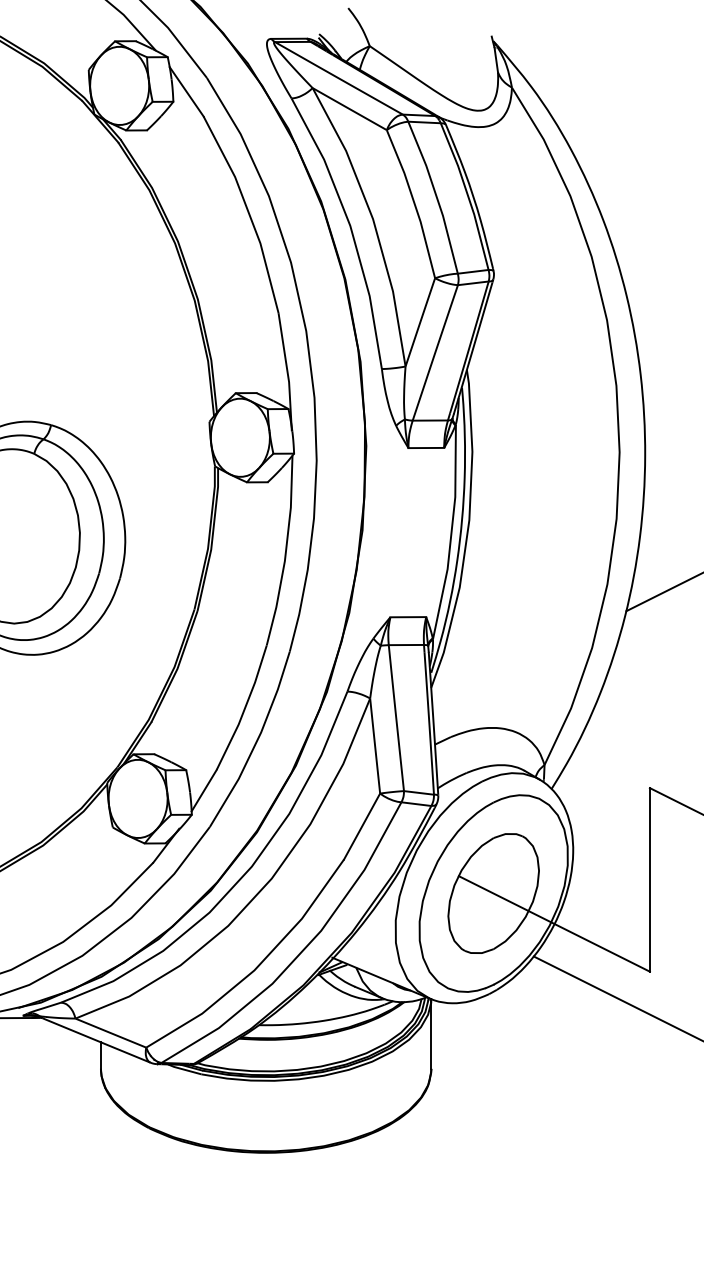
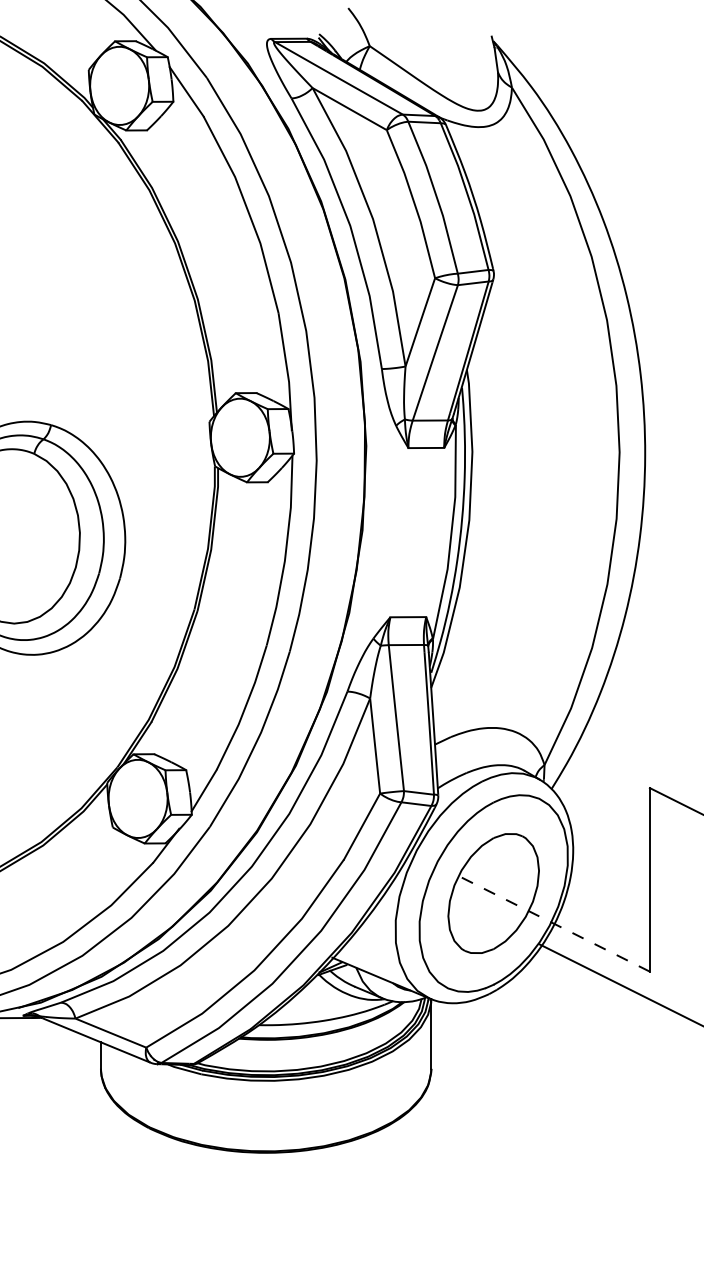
line at (663, 592): present -> none
line at (554, 923): solid -> dashed
line at (616, 997) position: (616, 997) -> (619, 984)
